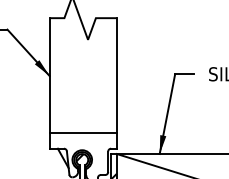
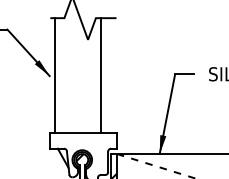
line at (50, 75) position: (50, 75) -> (55, 75)
line at (116, 75) position: (116, 75) -> (100, 75)
line at (156, 166): solid -> dashed
